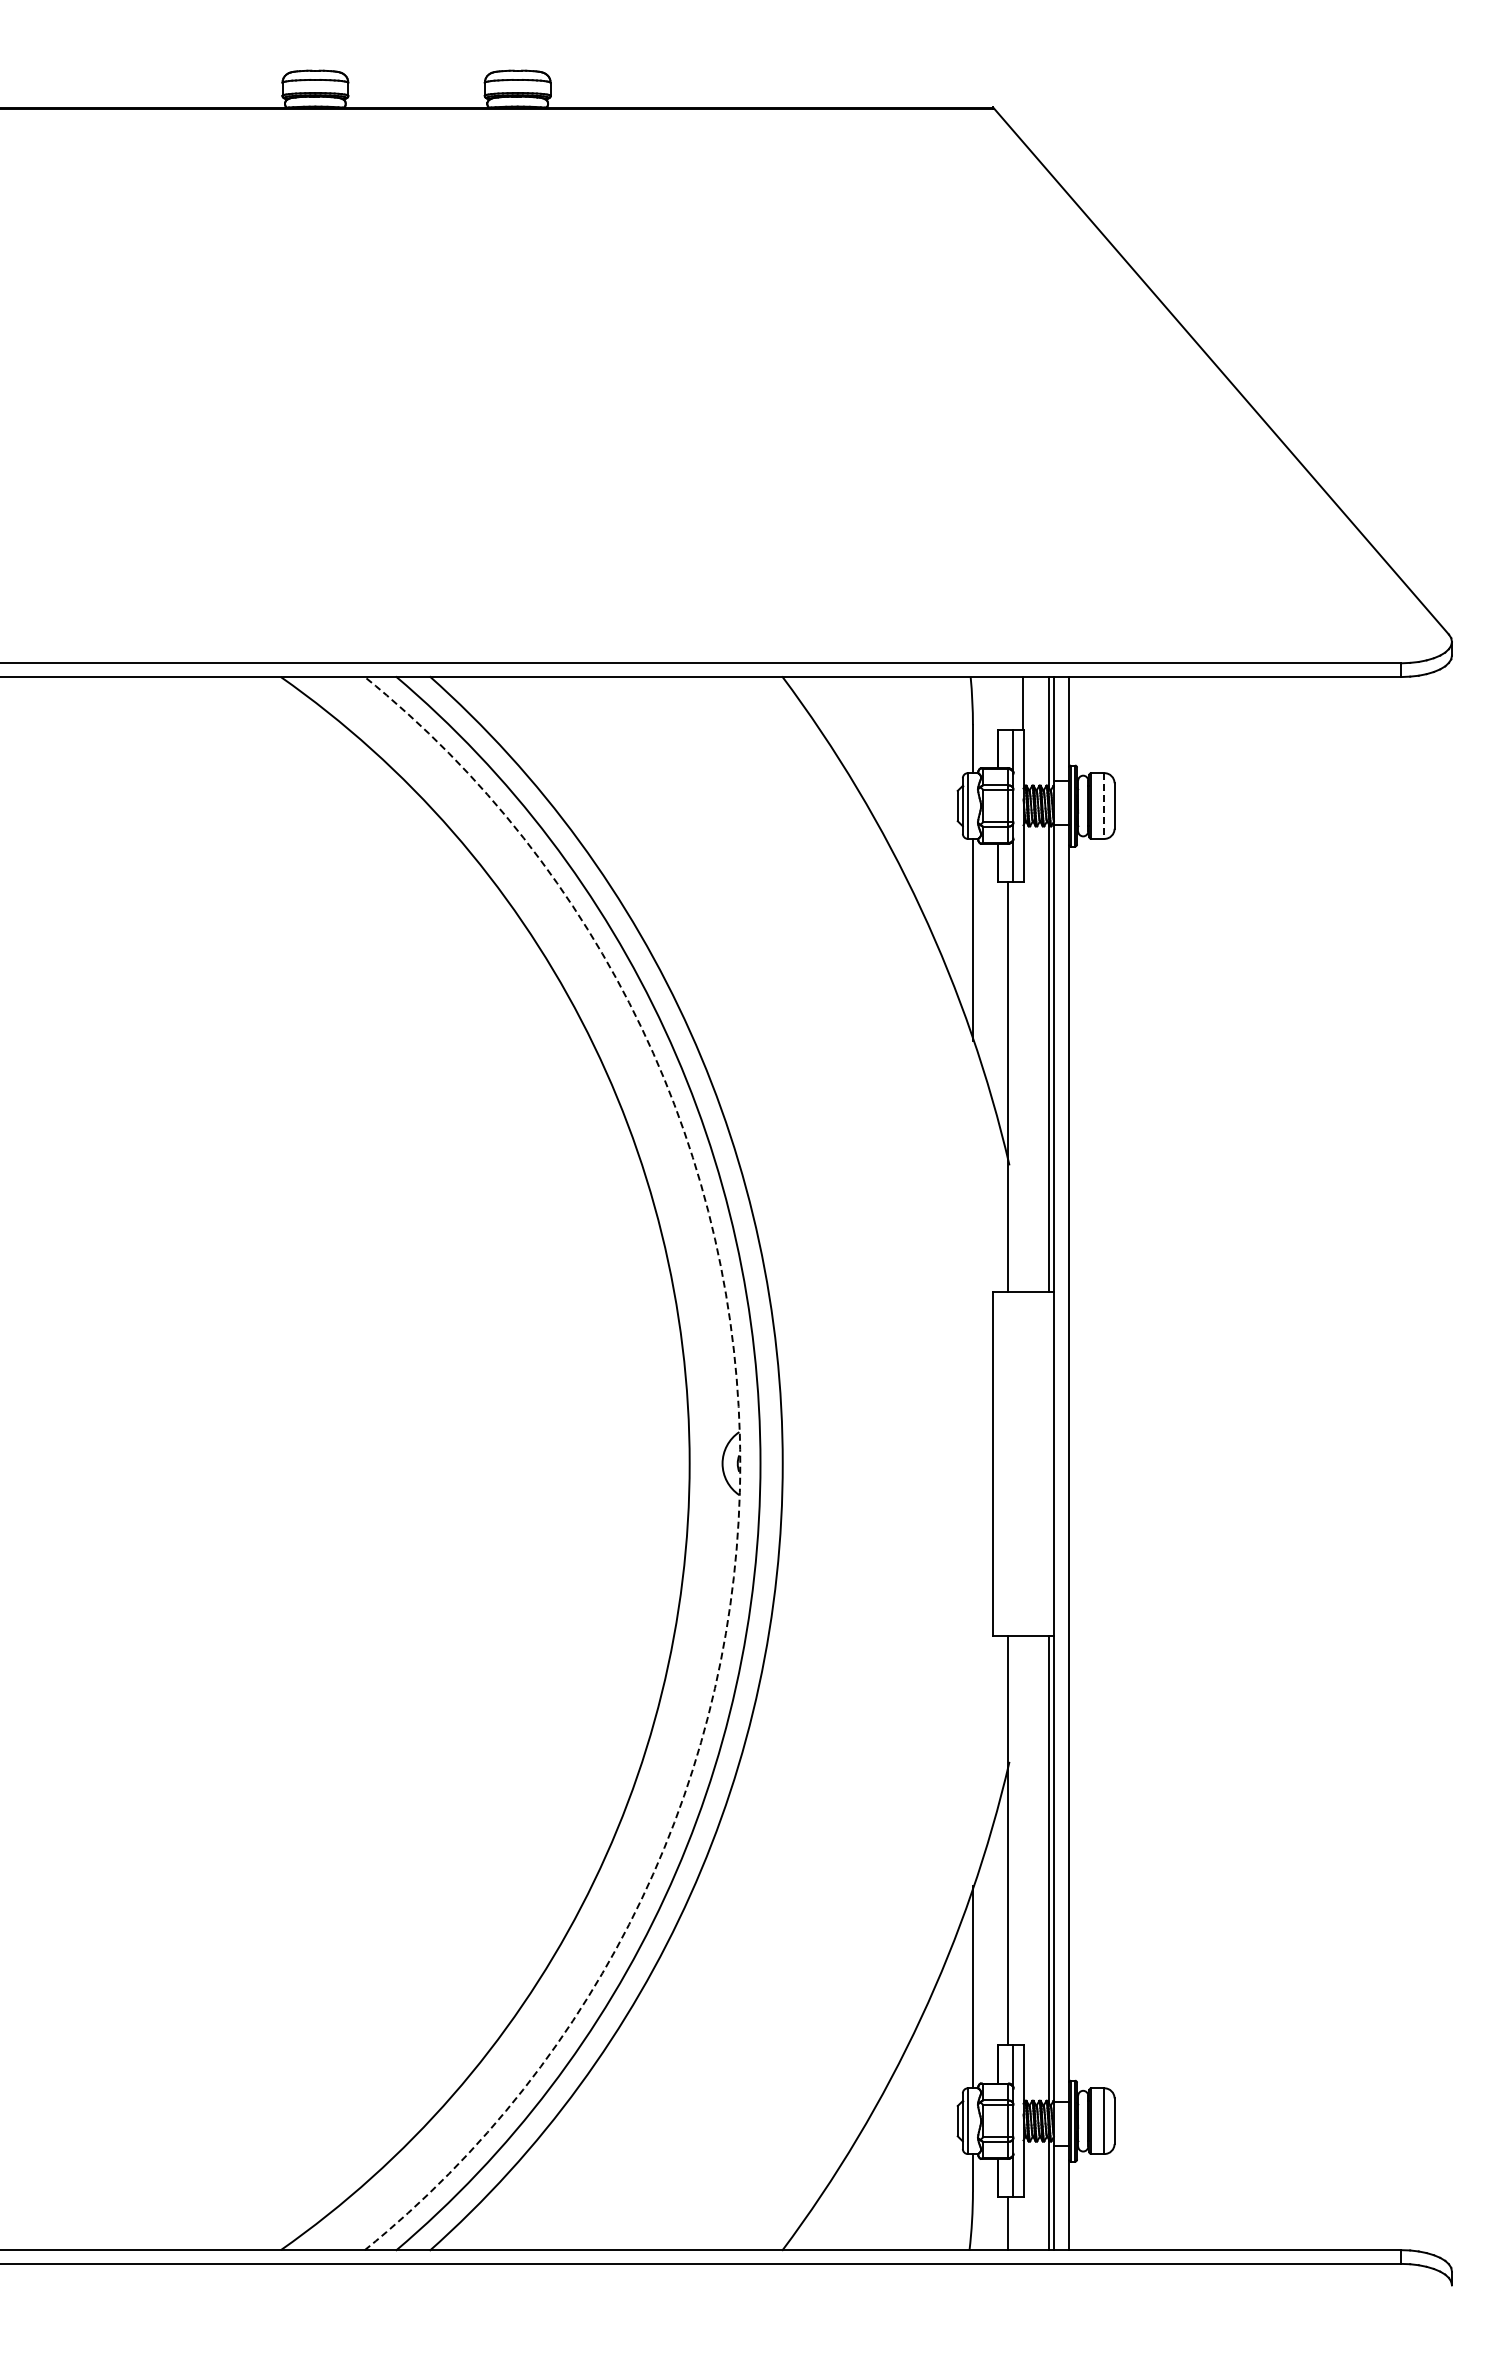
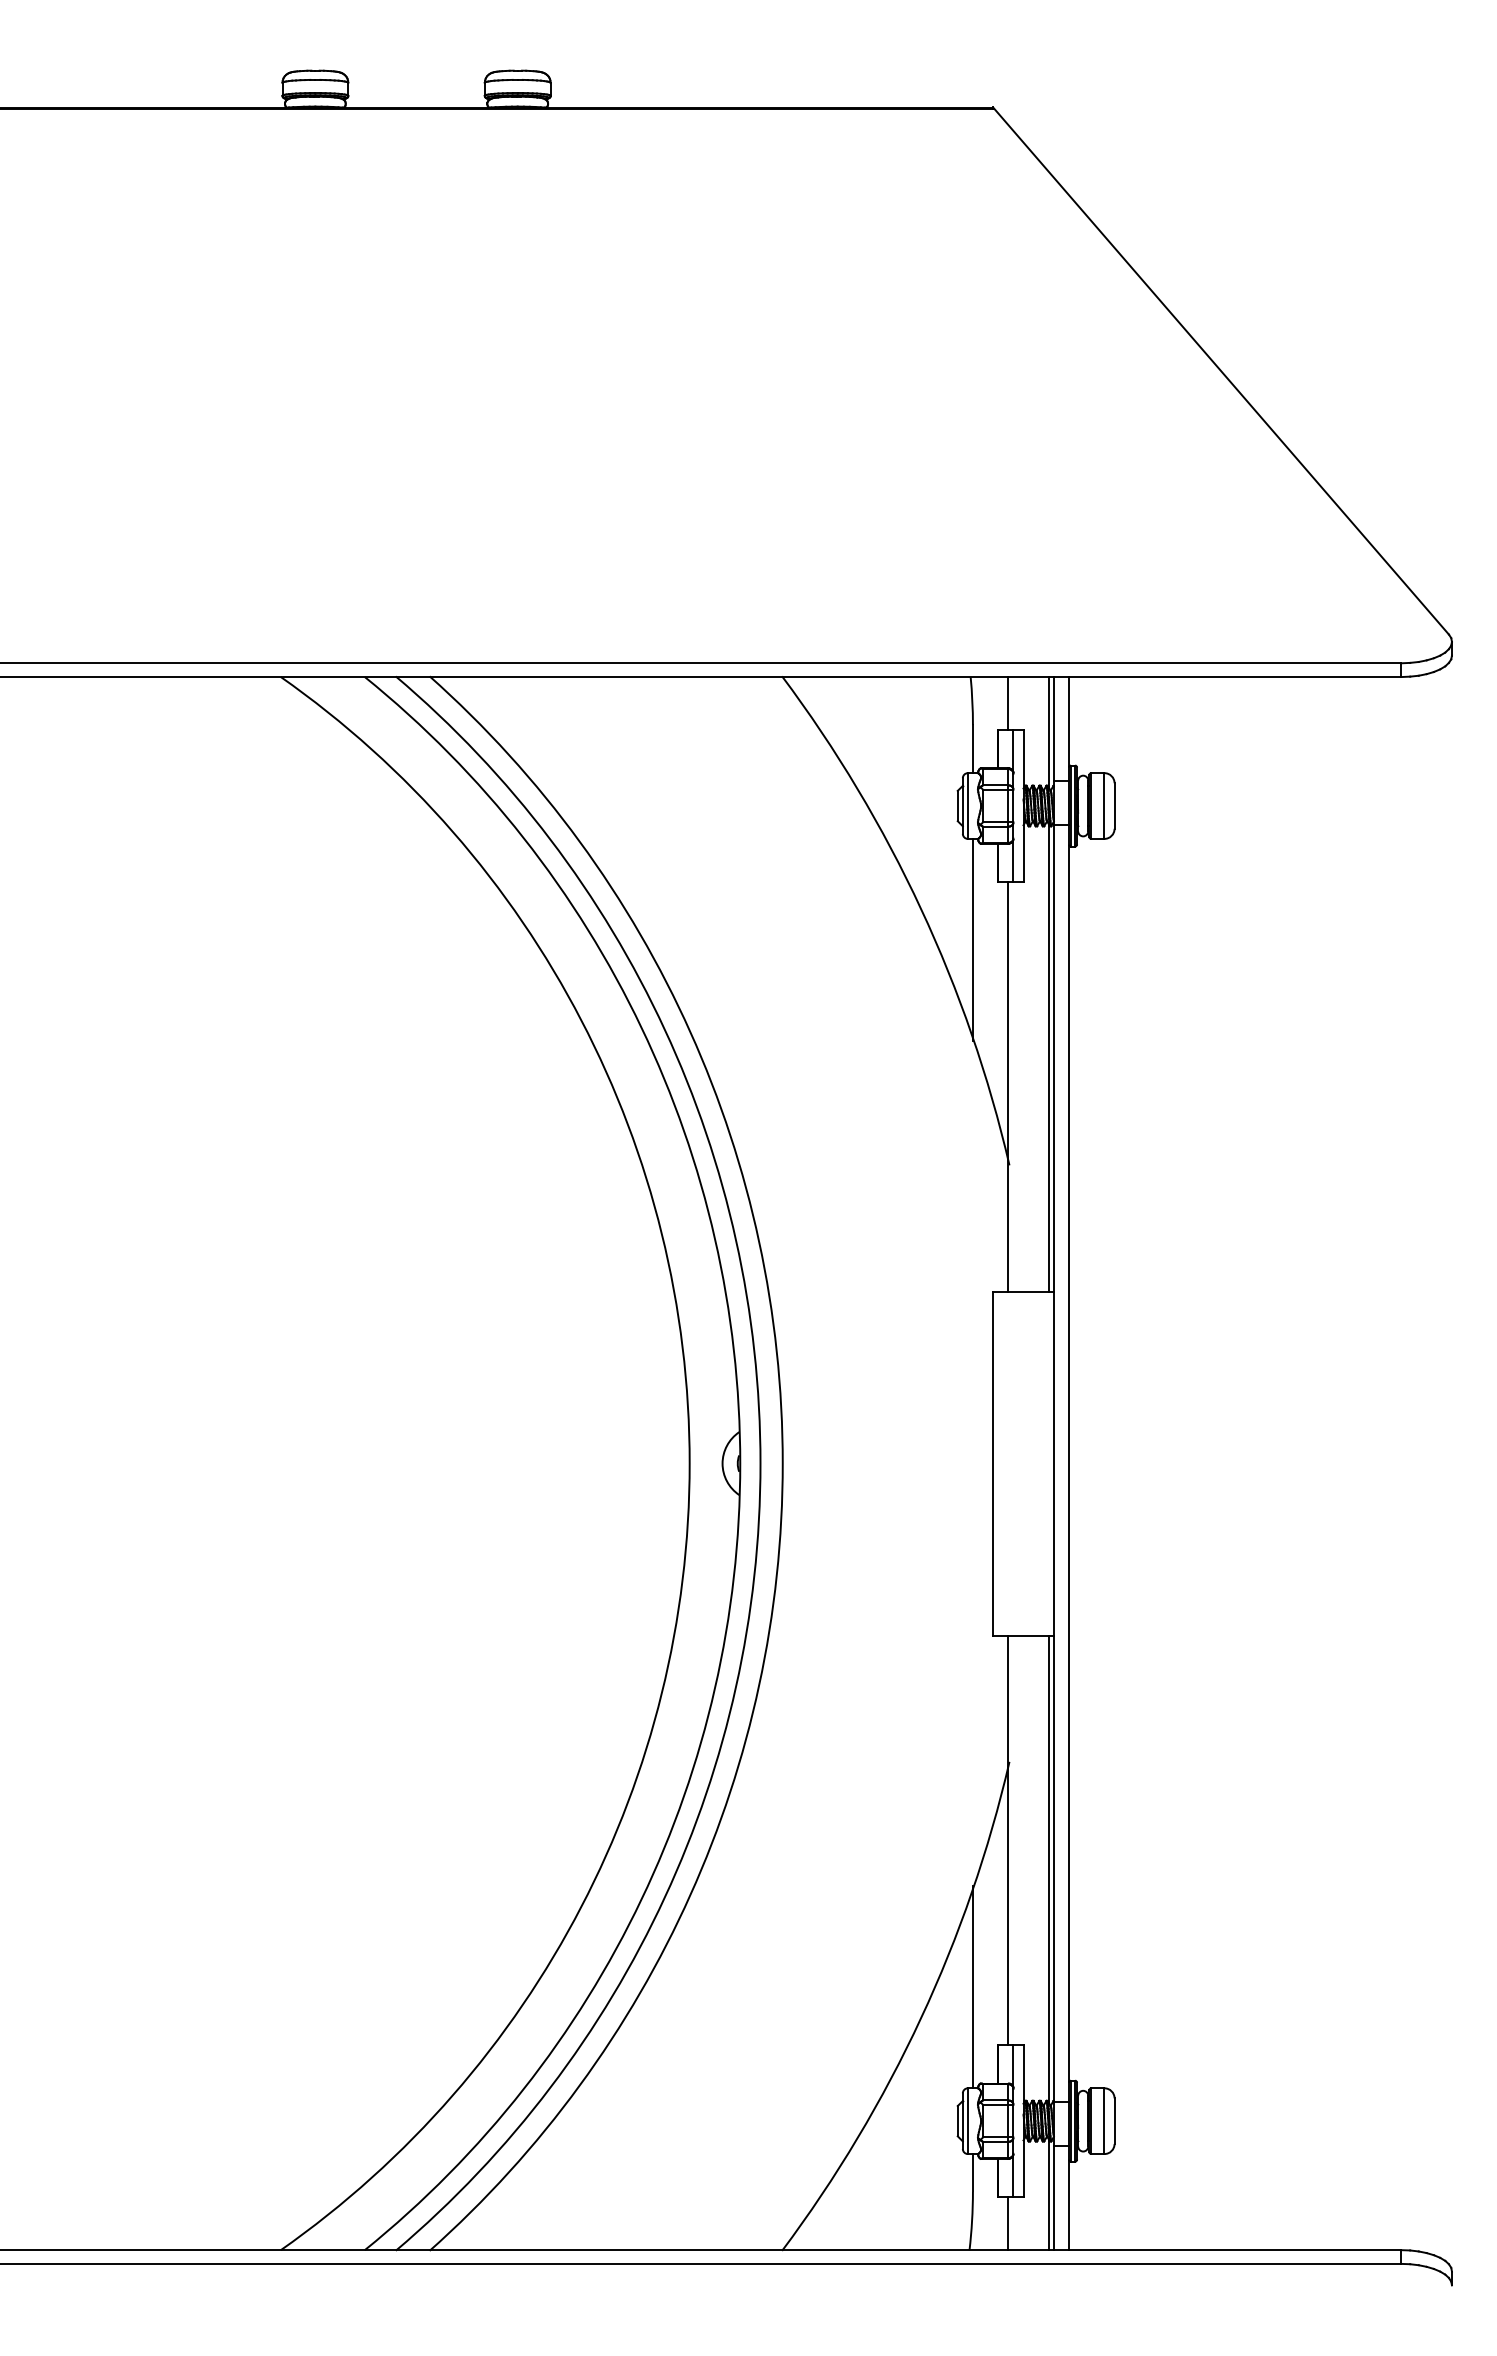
line at (1023, 703) position: (1023, 703) -> (1008, 703)
line at (1104, 806): dashed -> solid
arc at (740, 1463): dashed -> solid
